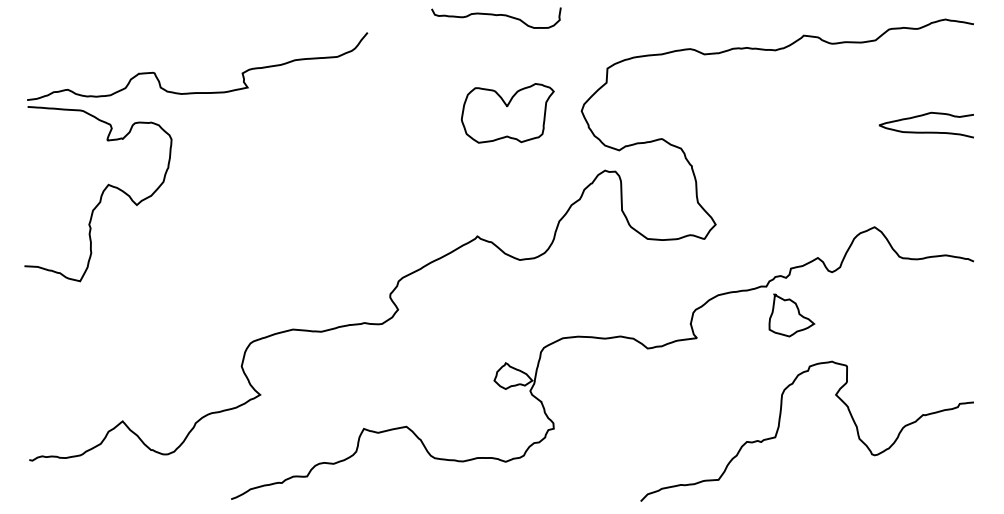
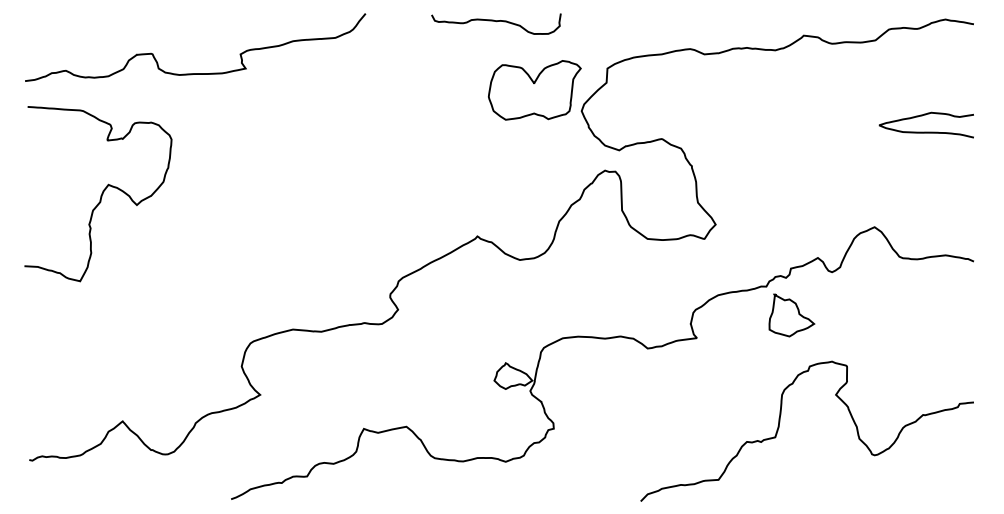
curve at (496, 16) position: (496, 16) -> (496, 22)
curve at (197, 92) position: (197, 92) -> (195, 73)
part at (507, 113) position: (507, 113) -> (534, 90)
